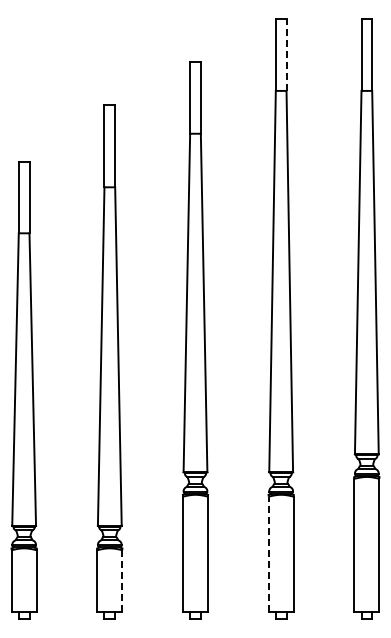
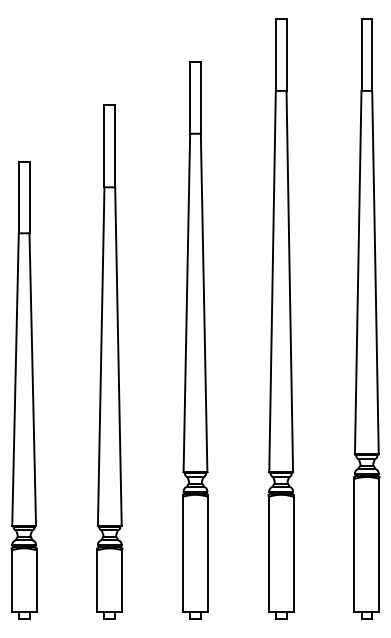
line at (286, 55): dashed -> solid
line at (268, 554): dashed -> solid
line at (122, 580): dashed -> solid
